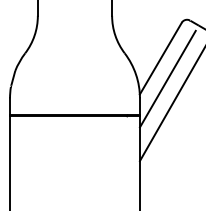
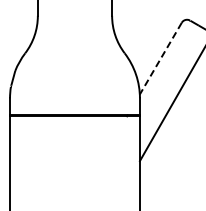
line at (160, 59): solid -> dashed
line at (167, 78): present -> none
